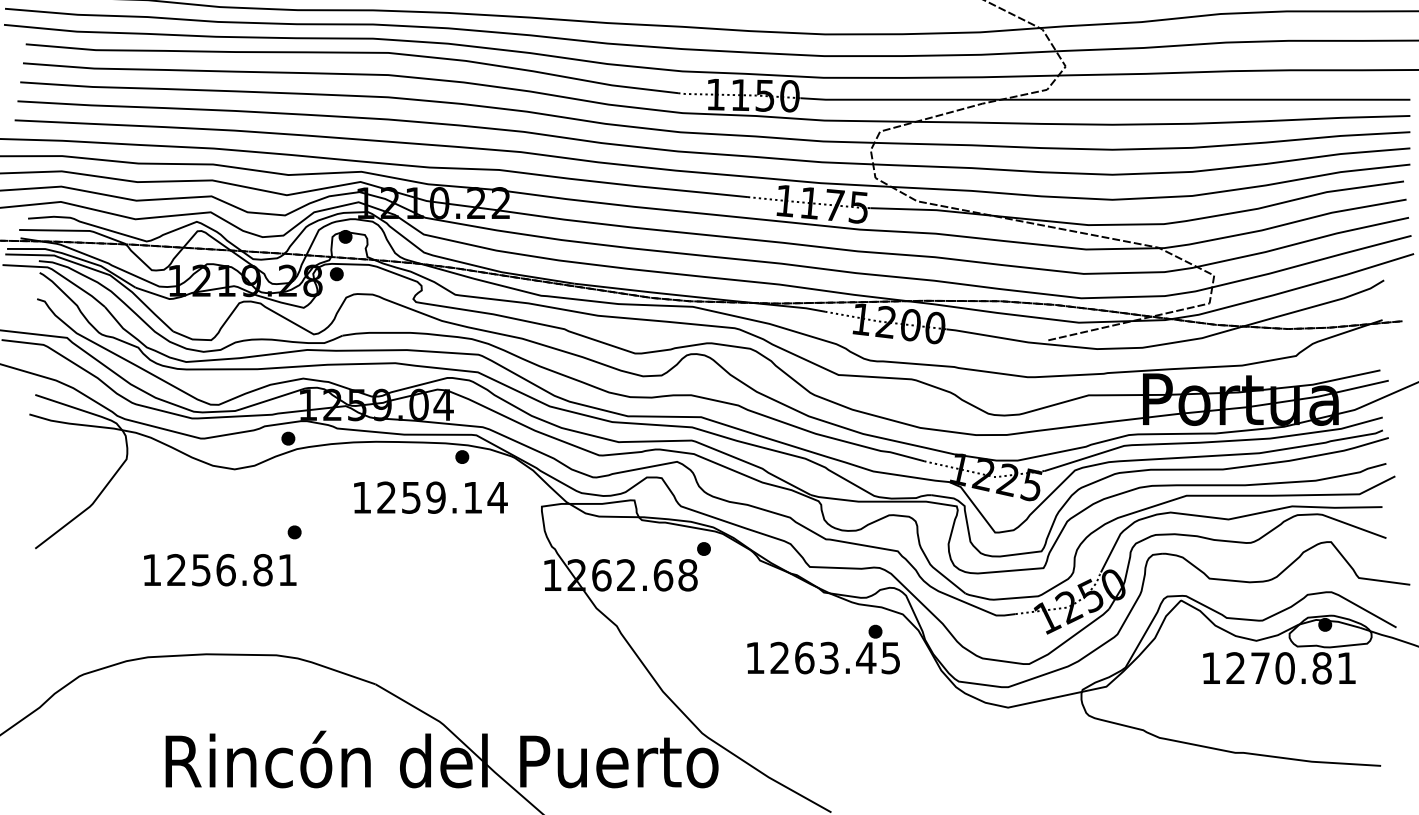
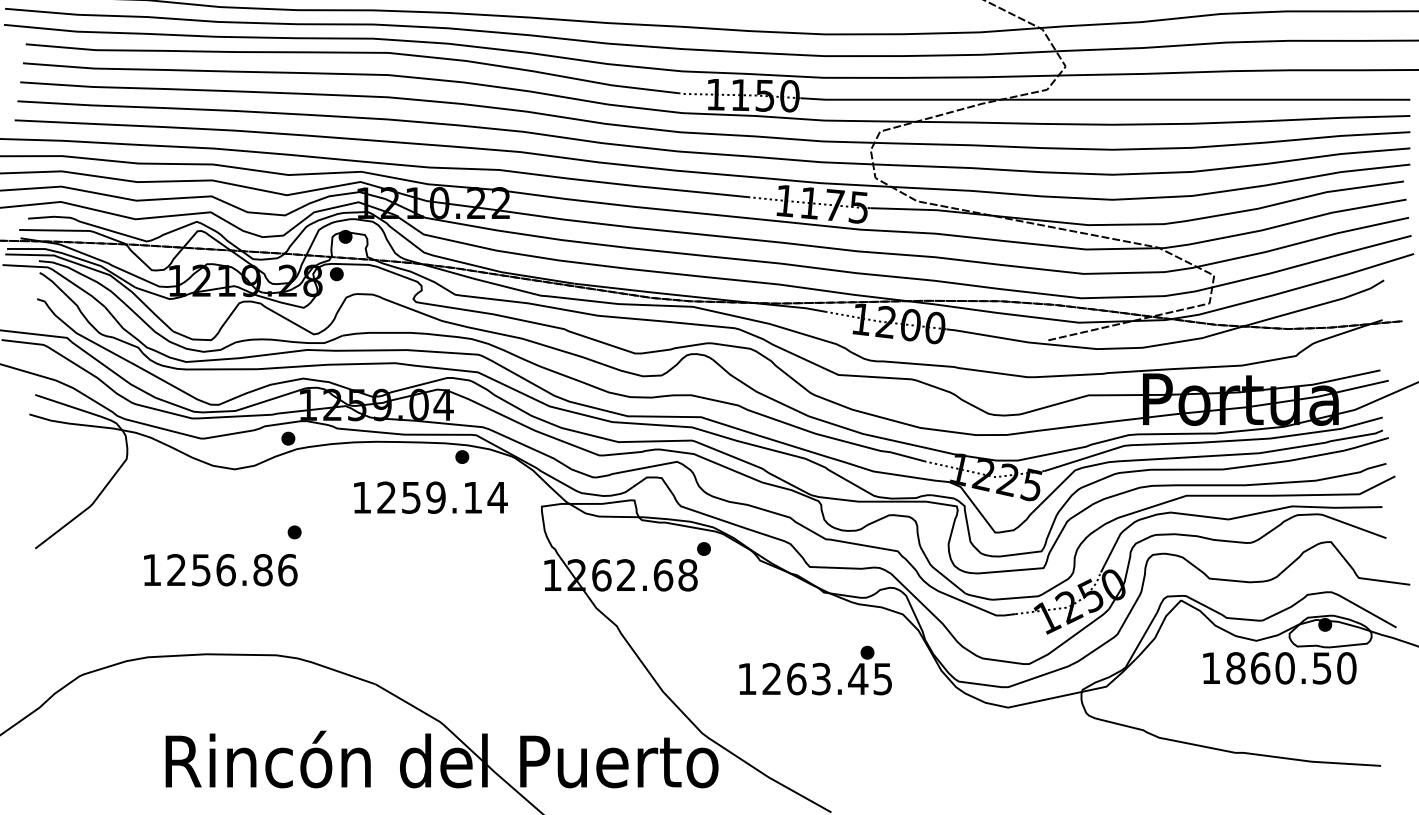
text at (287, 570): 1256.81 -> 1256.86
text at (823, 649) position: (823, 649) -> (815, 670)
text at (1291, 668): 1270.81 -> 1860.50
